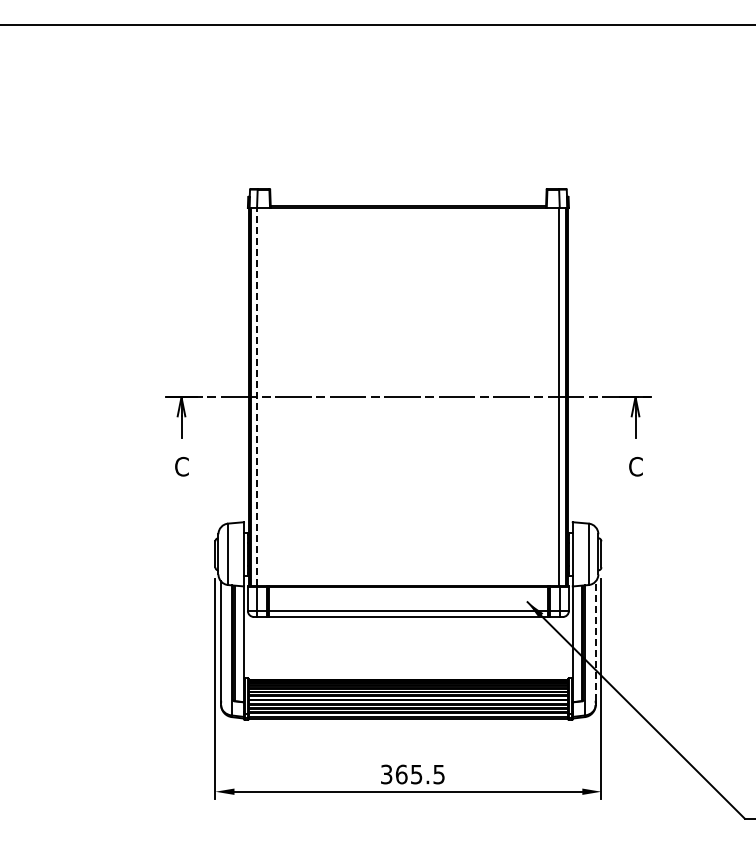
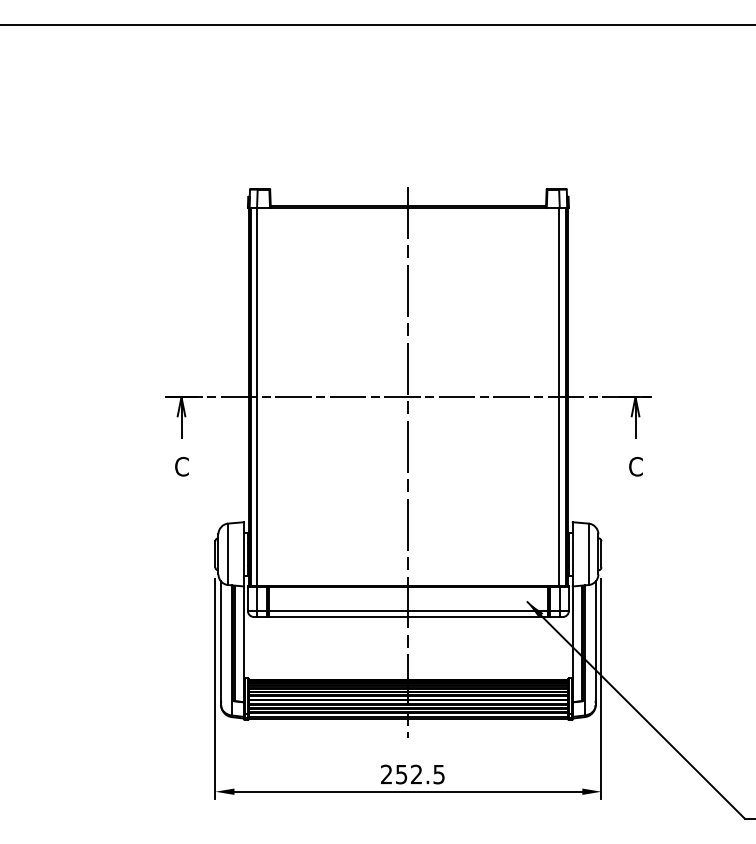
line at (257, 396): dashed -> solid
line at (408, 461): none -> present
line at (595, 641): dashed -> solid
text at (401, 774): 365.5 -> 252.5
